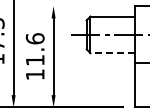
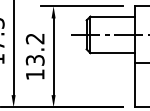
line at (82, 6): none -> present
text at (34, 49): 11.6 -> 13.2
line at (112, 53): dashed -> solid
